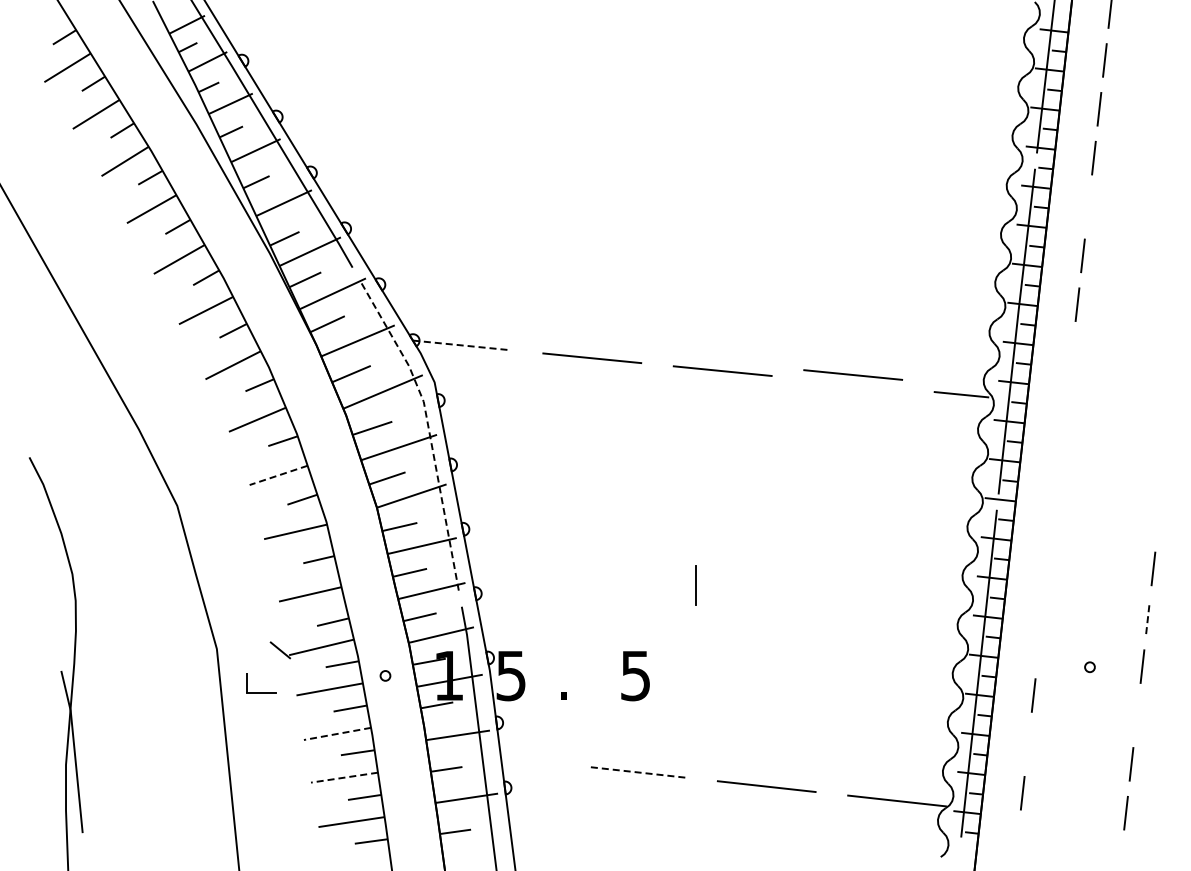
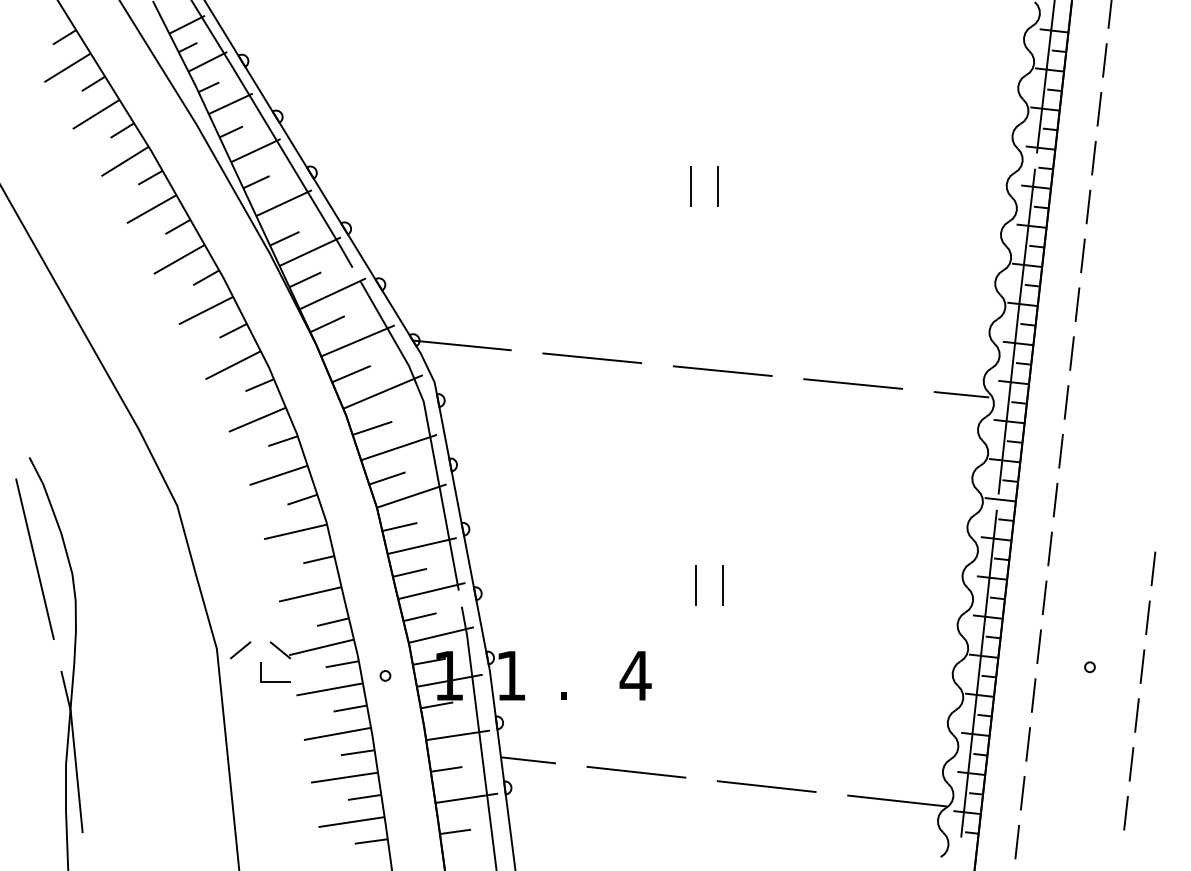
line at (691, 186): none -> present
line at (717, 186): none -> present
line at (1088, 206): none -> present
line at (462, 345): dashed -> solid
line at (1071, 353): none -> present
line at (853, 374) position: (853, 374) -> (853, 383)
line at (1066, 402): none -> present
line at (428, 428): dashed -> solid
line at (1060, 451): none -> present
line at (278, 475): dashed -> solid
line at (1055, 499): none -> present
line at (1049, 548): none -> present
line at (34, 559): none -> present
line at (722, 585): none -> present
line at (1044, 597): none -> present
line at (1148, 617): dashed -> solid
line at (1038, 646): none -> present
line at (240, 650): none -> present
text at (510, 676): 5 -> 1
text at (635, 676): 5 -> 4
part at (261, 692) position: (261, 692) -> (275, 681)
line at (1136, 715): none -> present
line at (337, 734): dashed -> solid
line at (1028, 744): none -> present
line at (527, 760): none -> present
line at (635, 772): dashed -> solid
line at (344, 777): dashed -> solid
line at (1017, 841): none -> present
